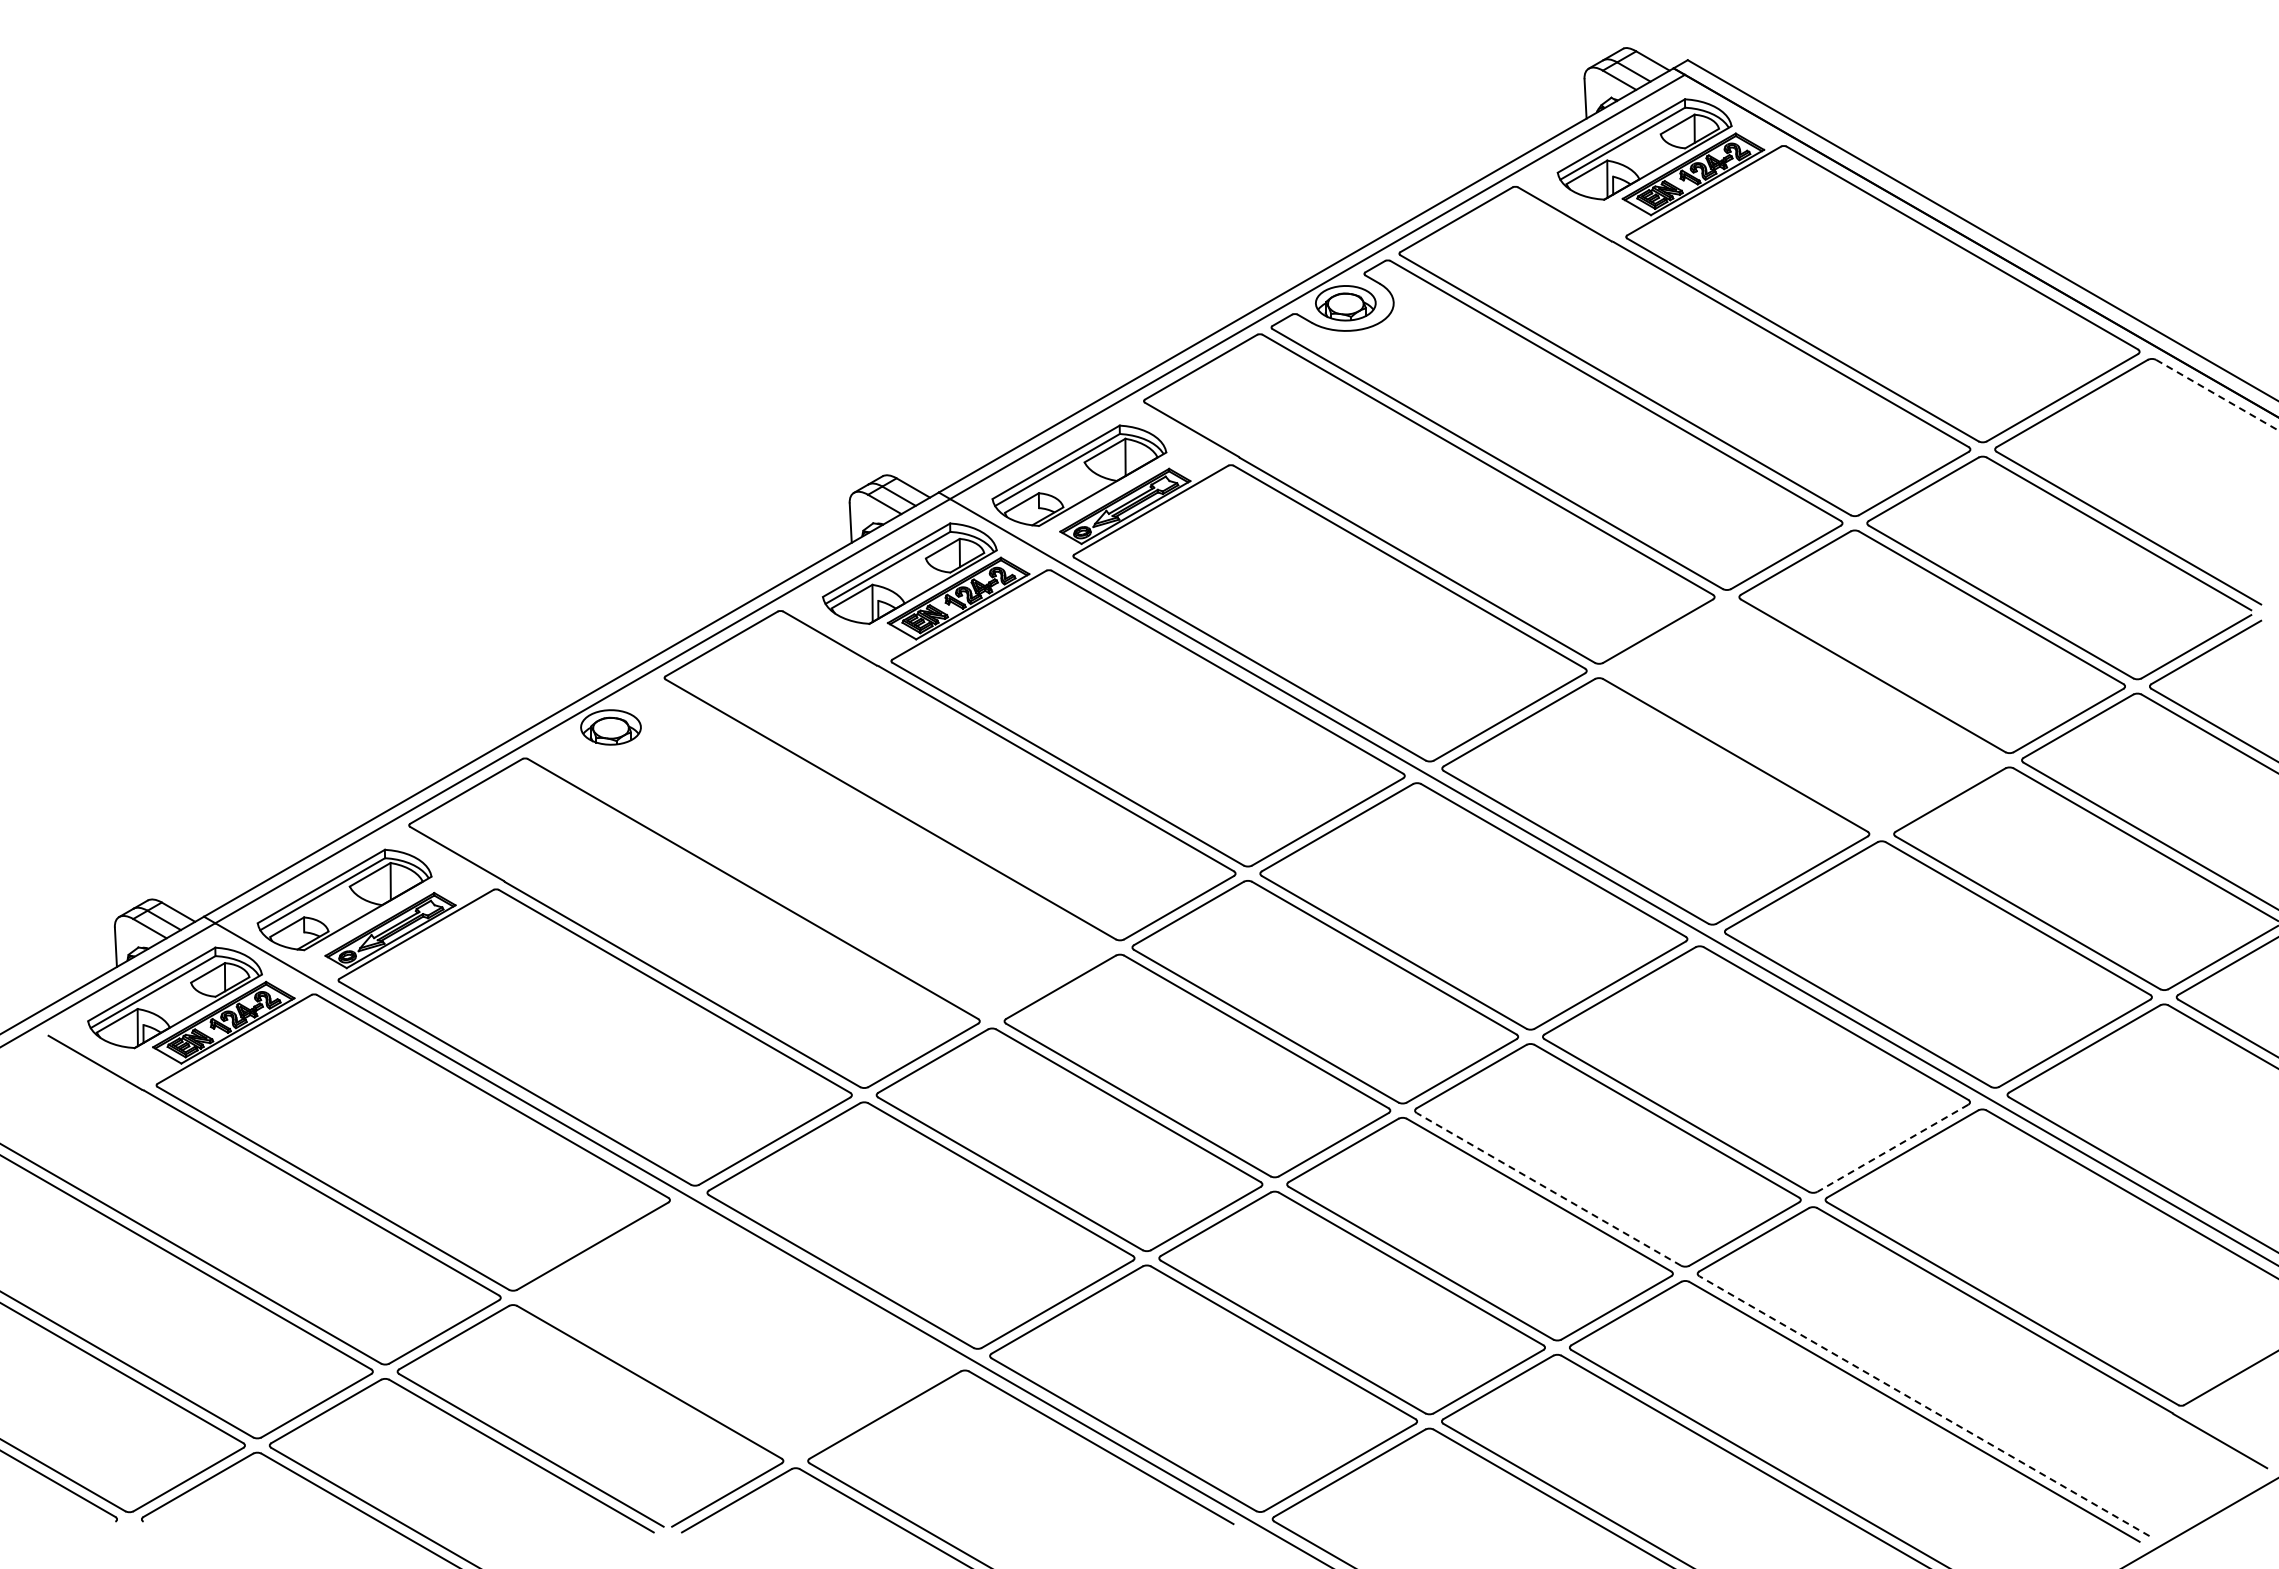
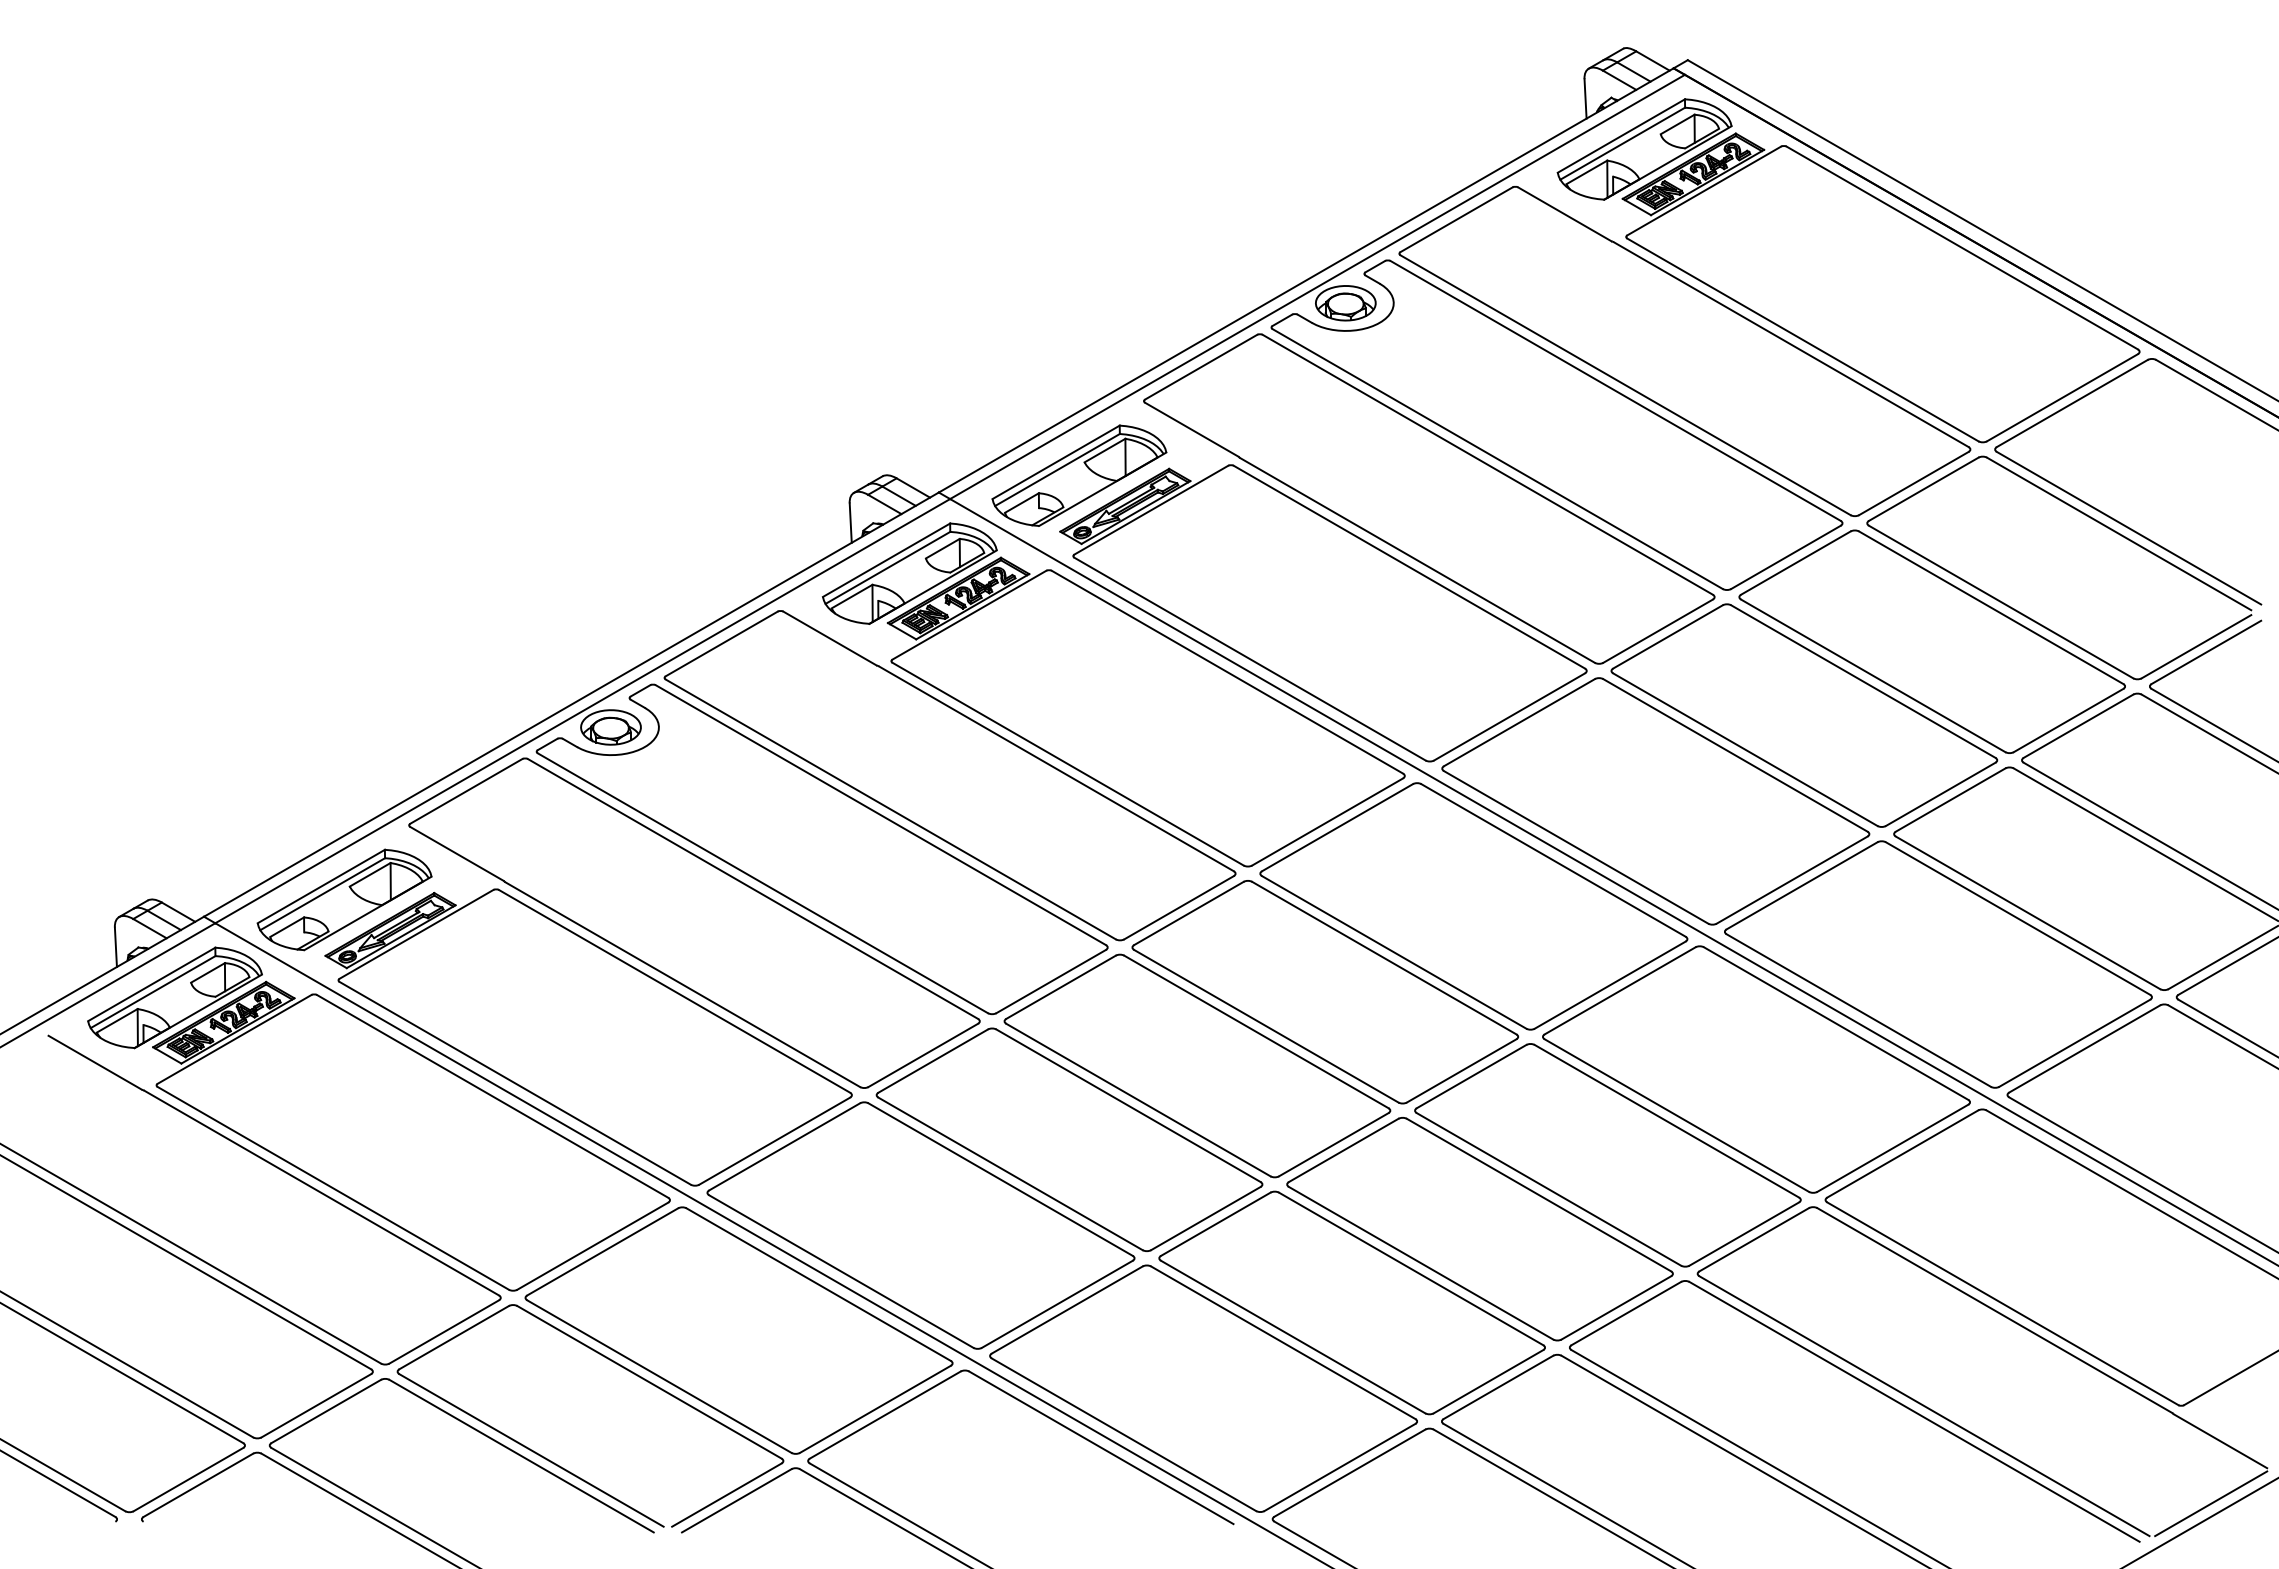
line at (2217, 395): dashed -> solid
part at (1804, 715): none -> present
part at (821, 849): none -> present
line at (1892, 1148): dashed -> solid
line at (1548, 1189): dashed -> solid
part at (738, 1330): none -> present
line at (1924, 1406): dashed -> solid
line at (2211, 1503): none -> present
